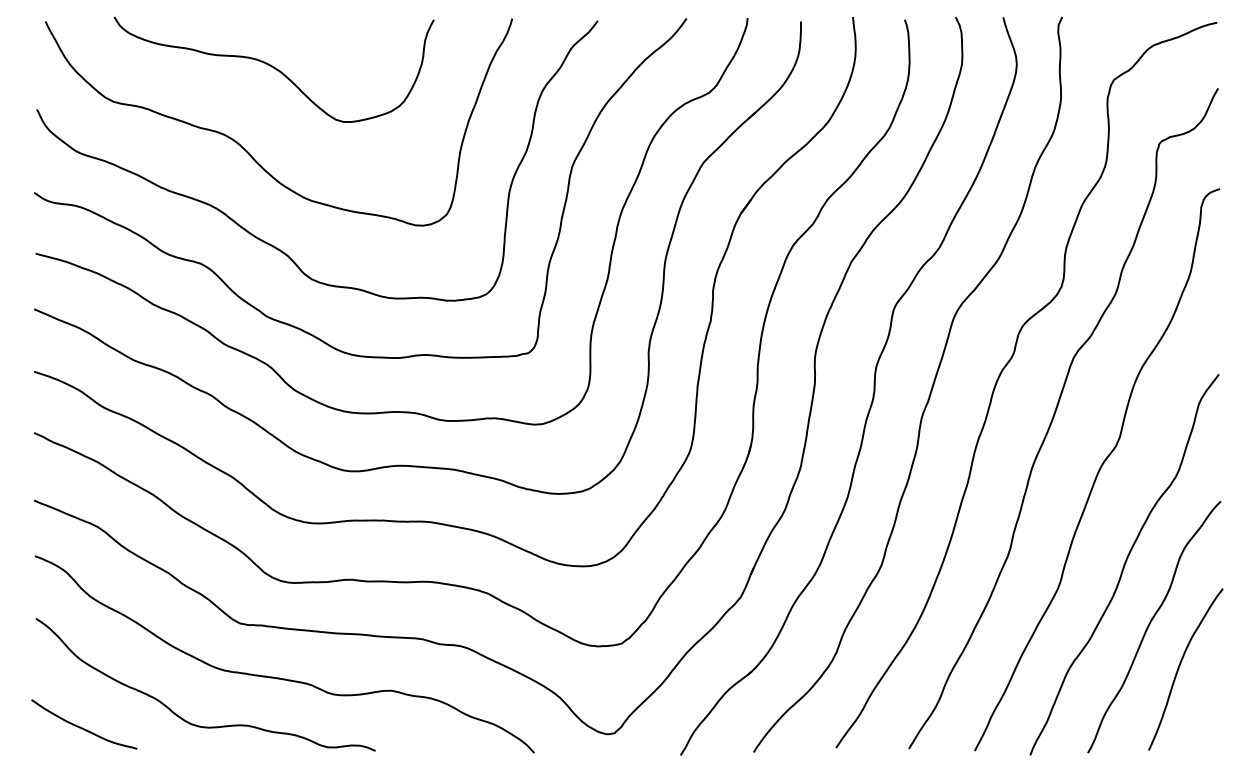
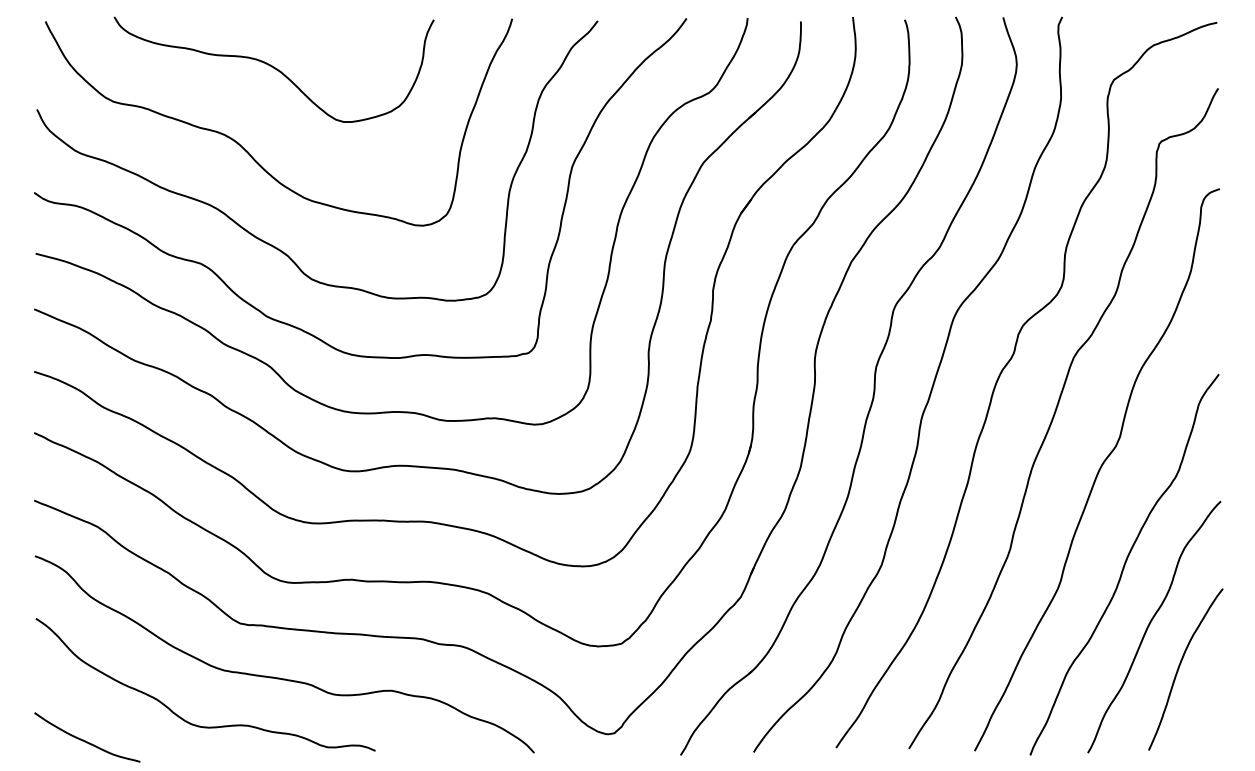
curve at (82, 727) position: (82, 727) -> (85, 740)
